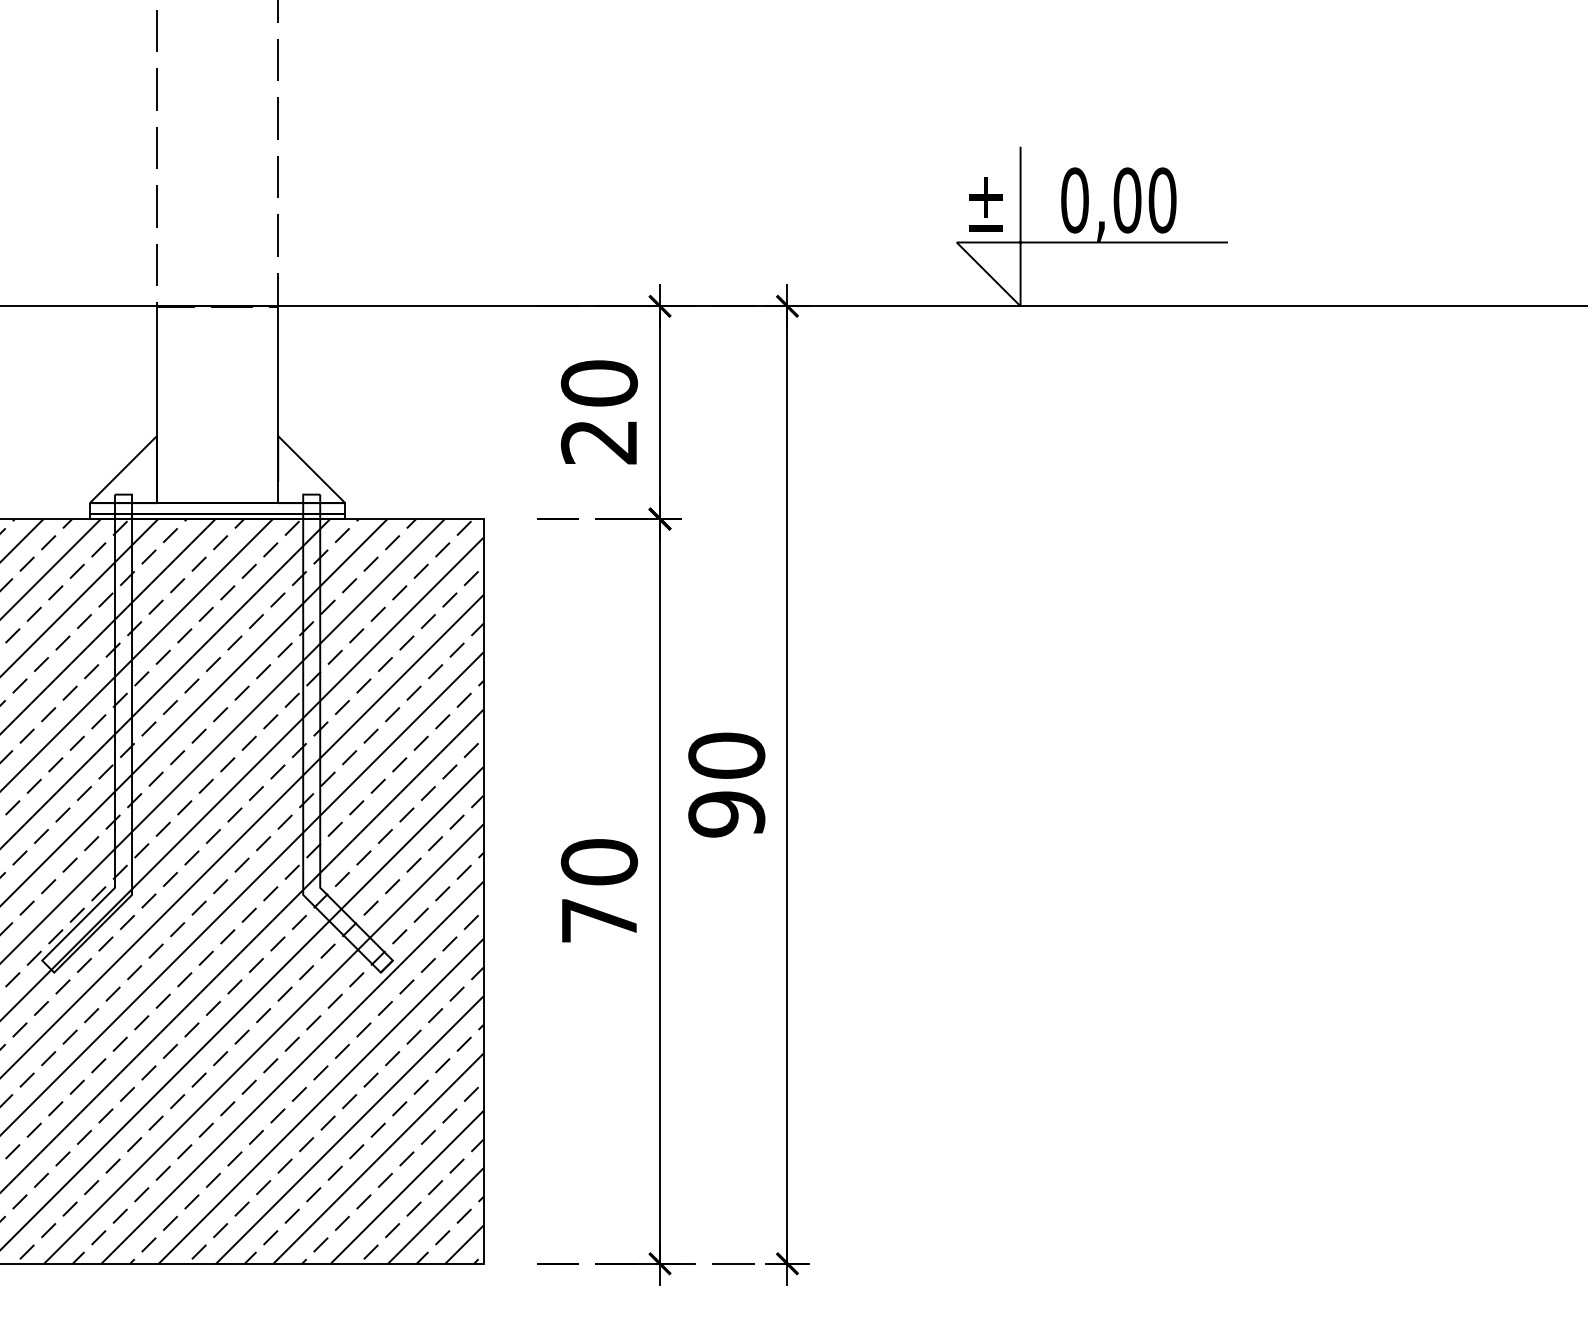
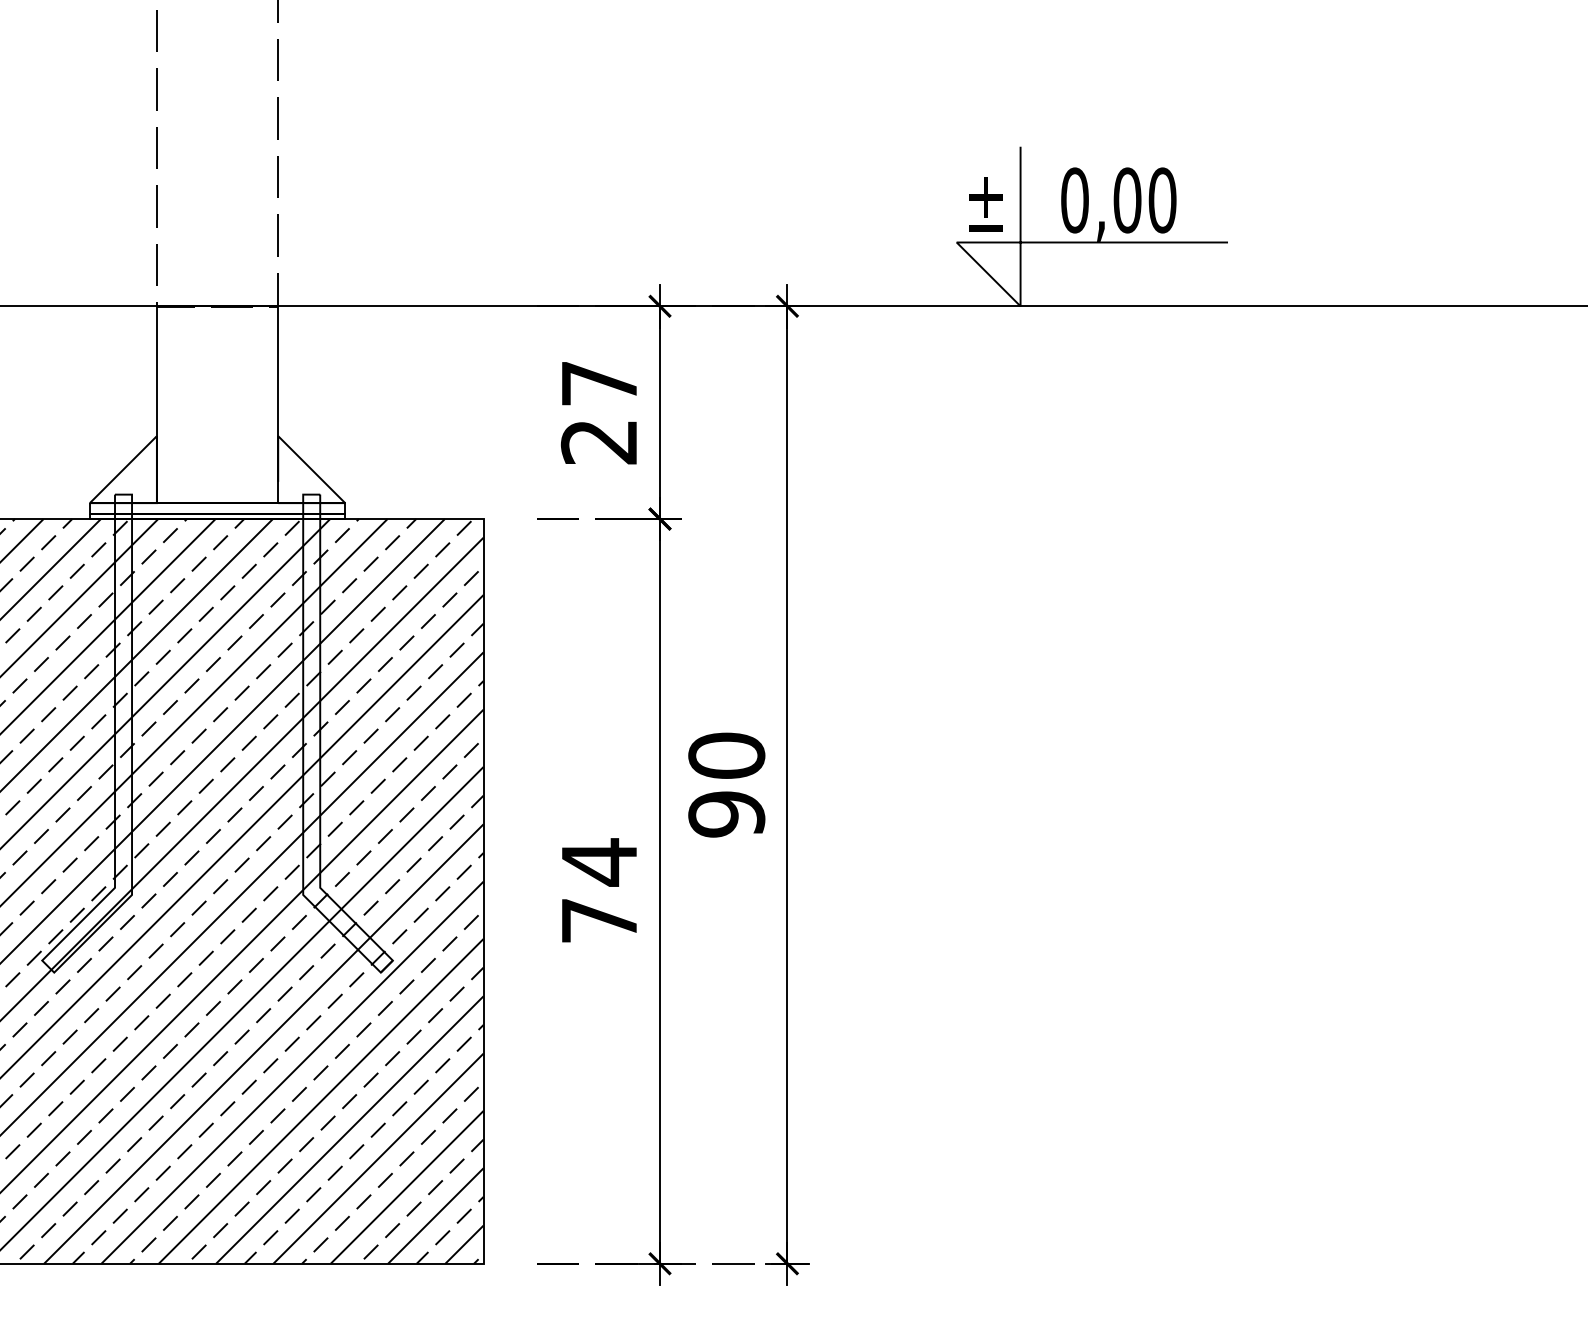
text at (599, 383): 20 -> 27
text at (599, 862): 70 -> 74
